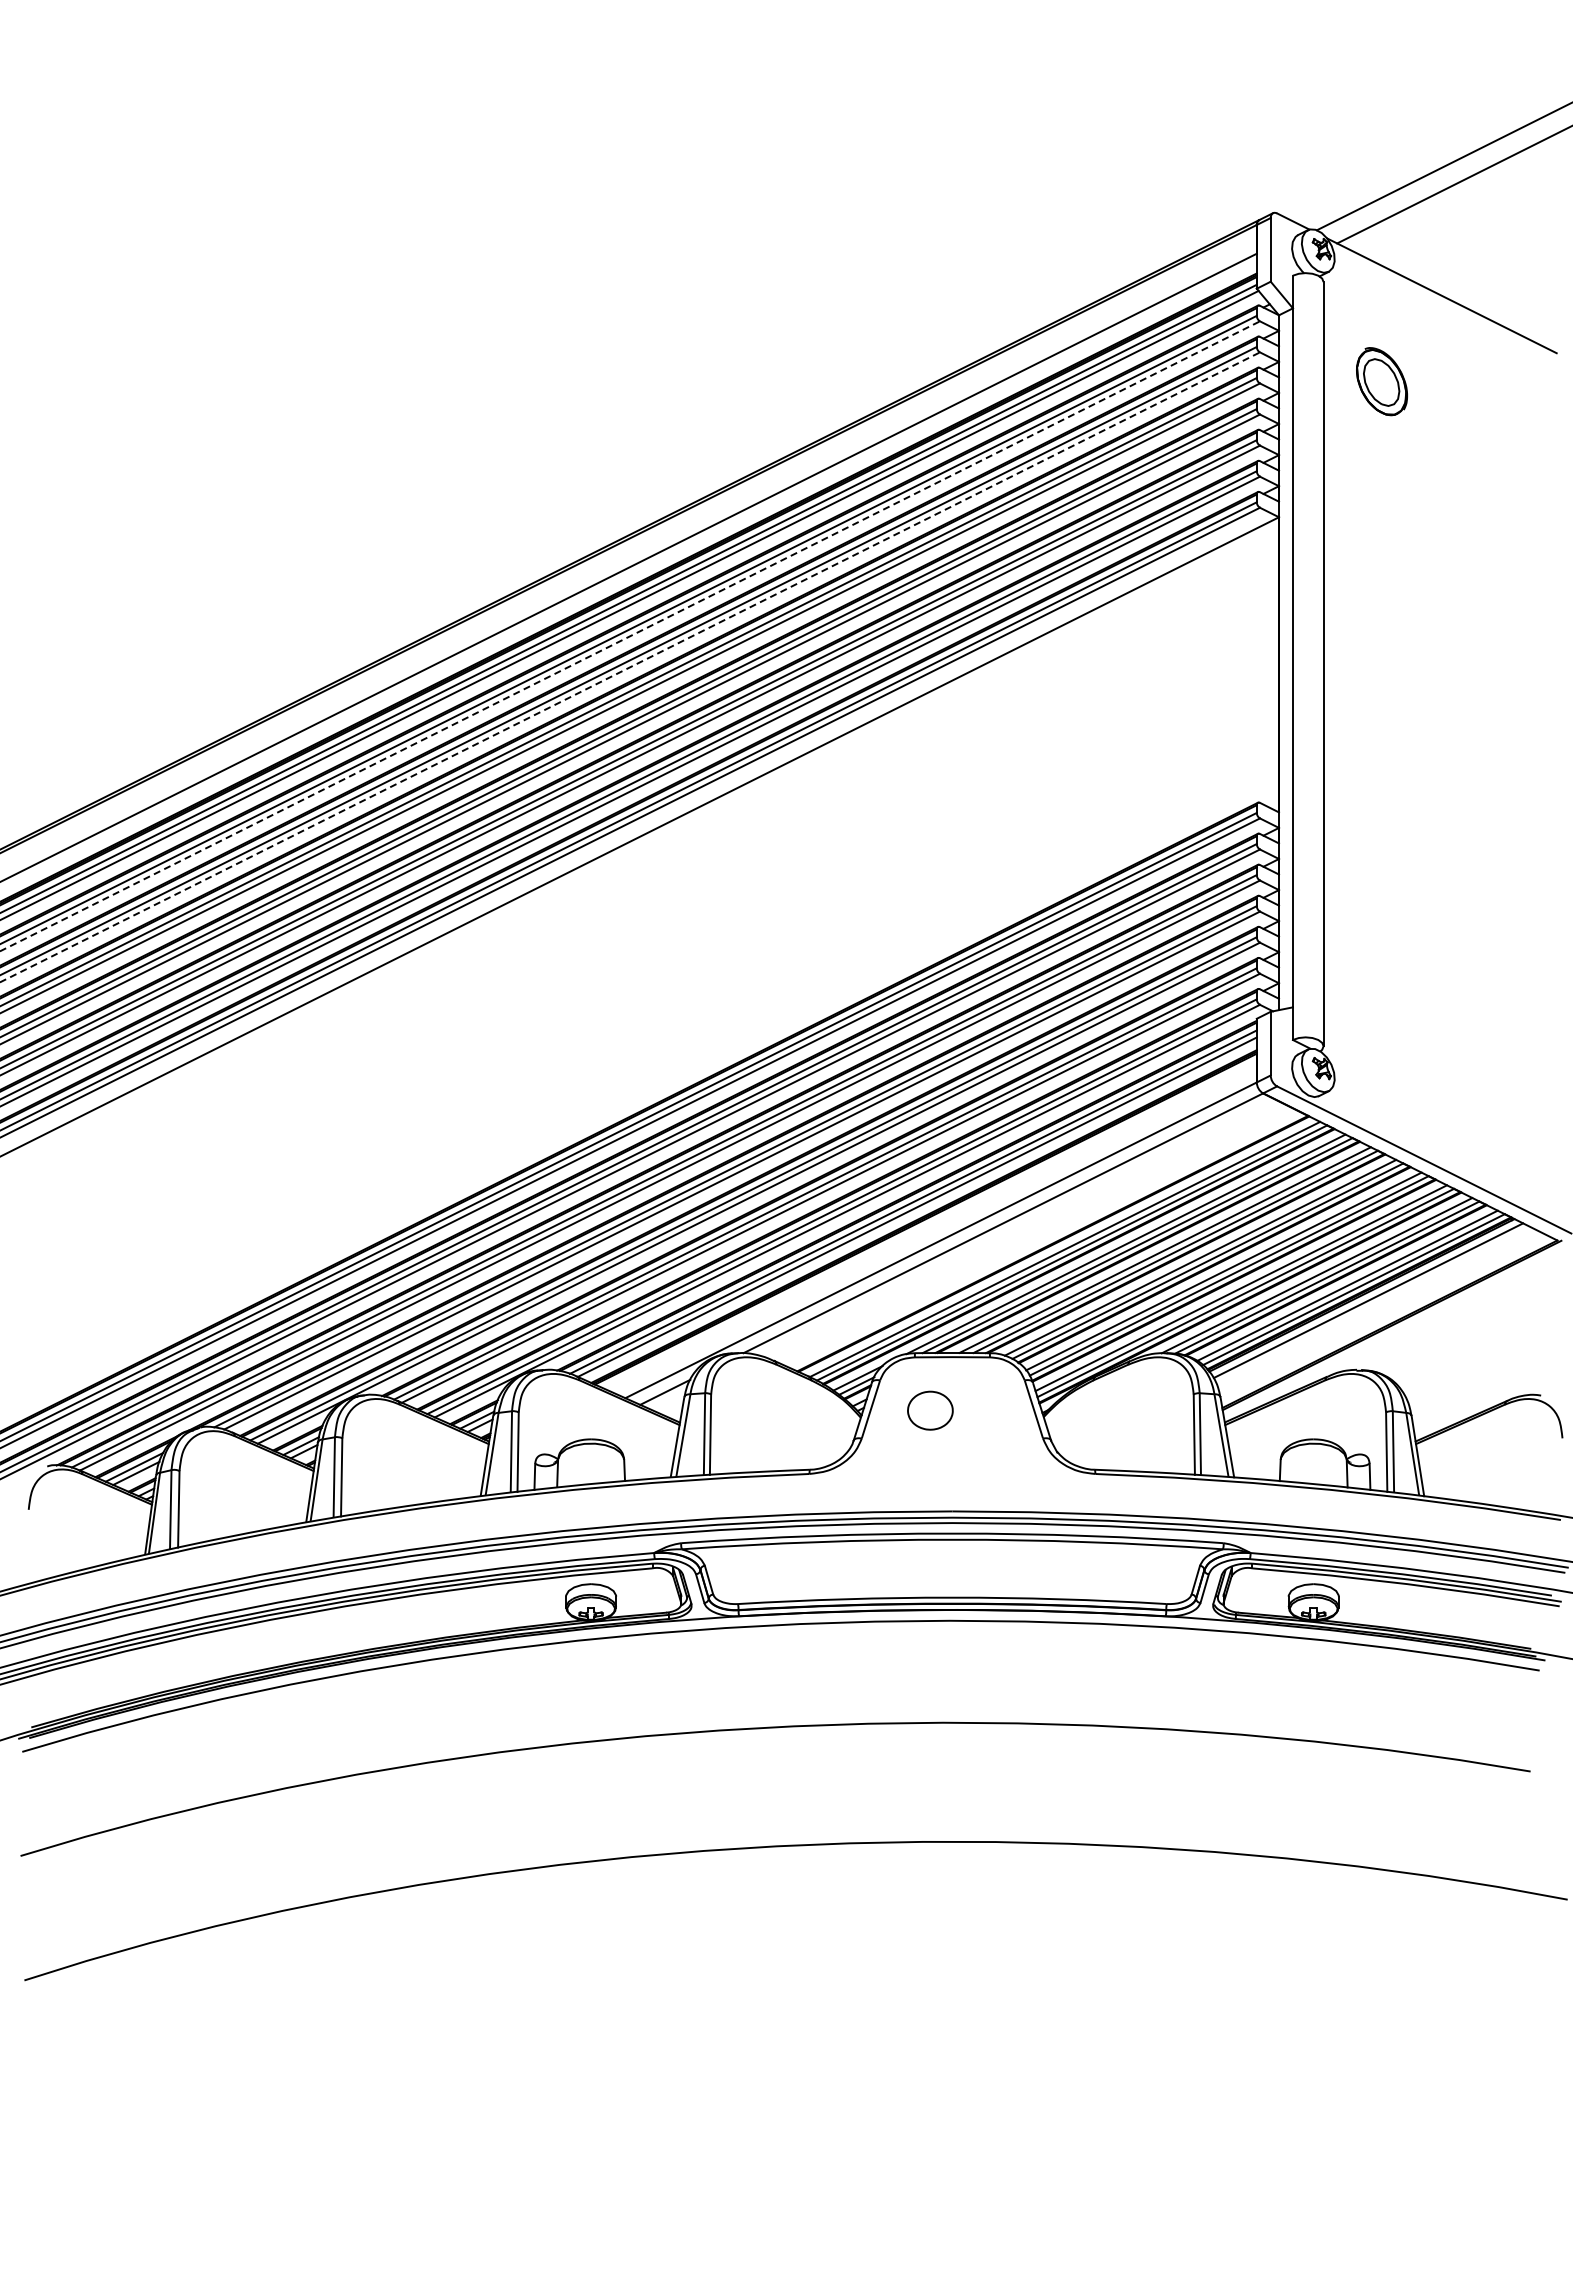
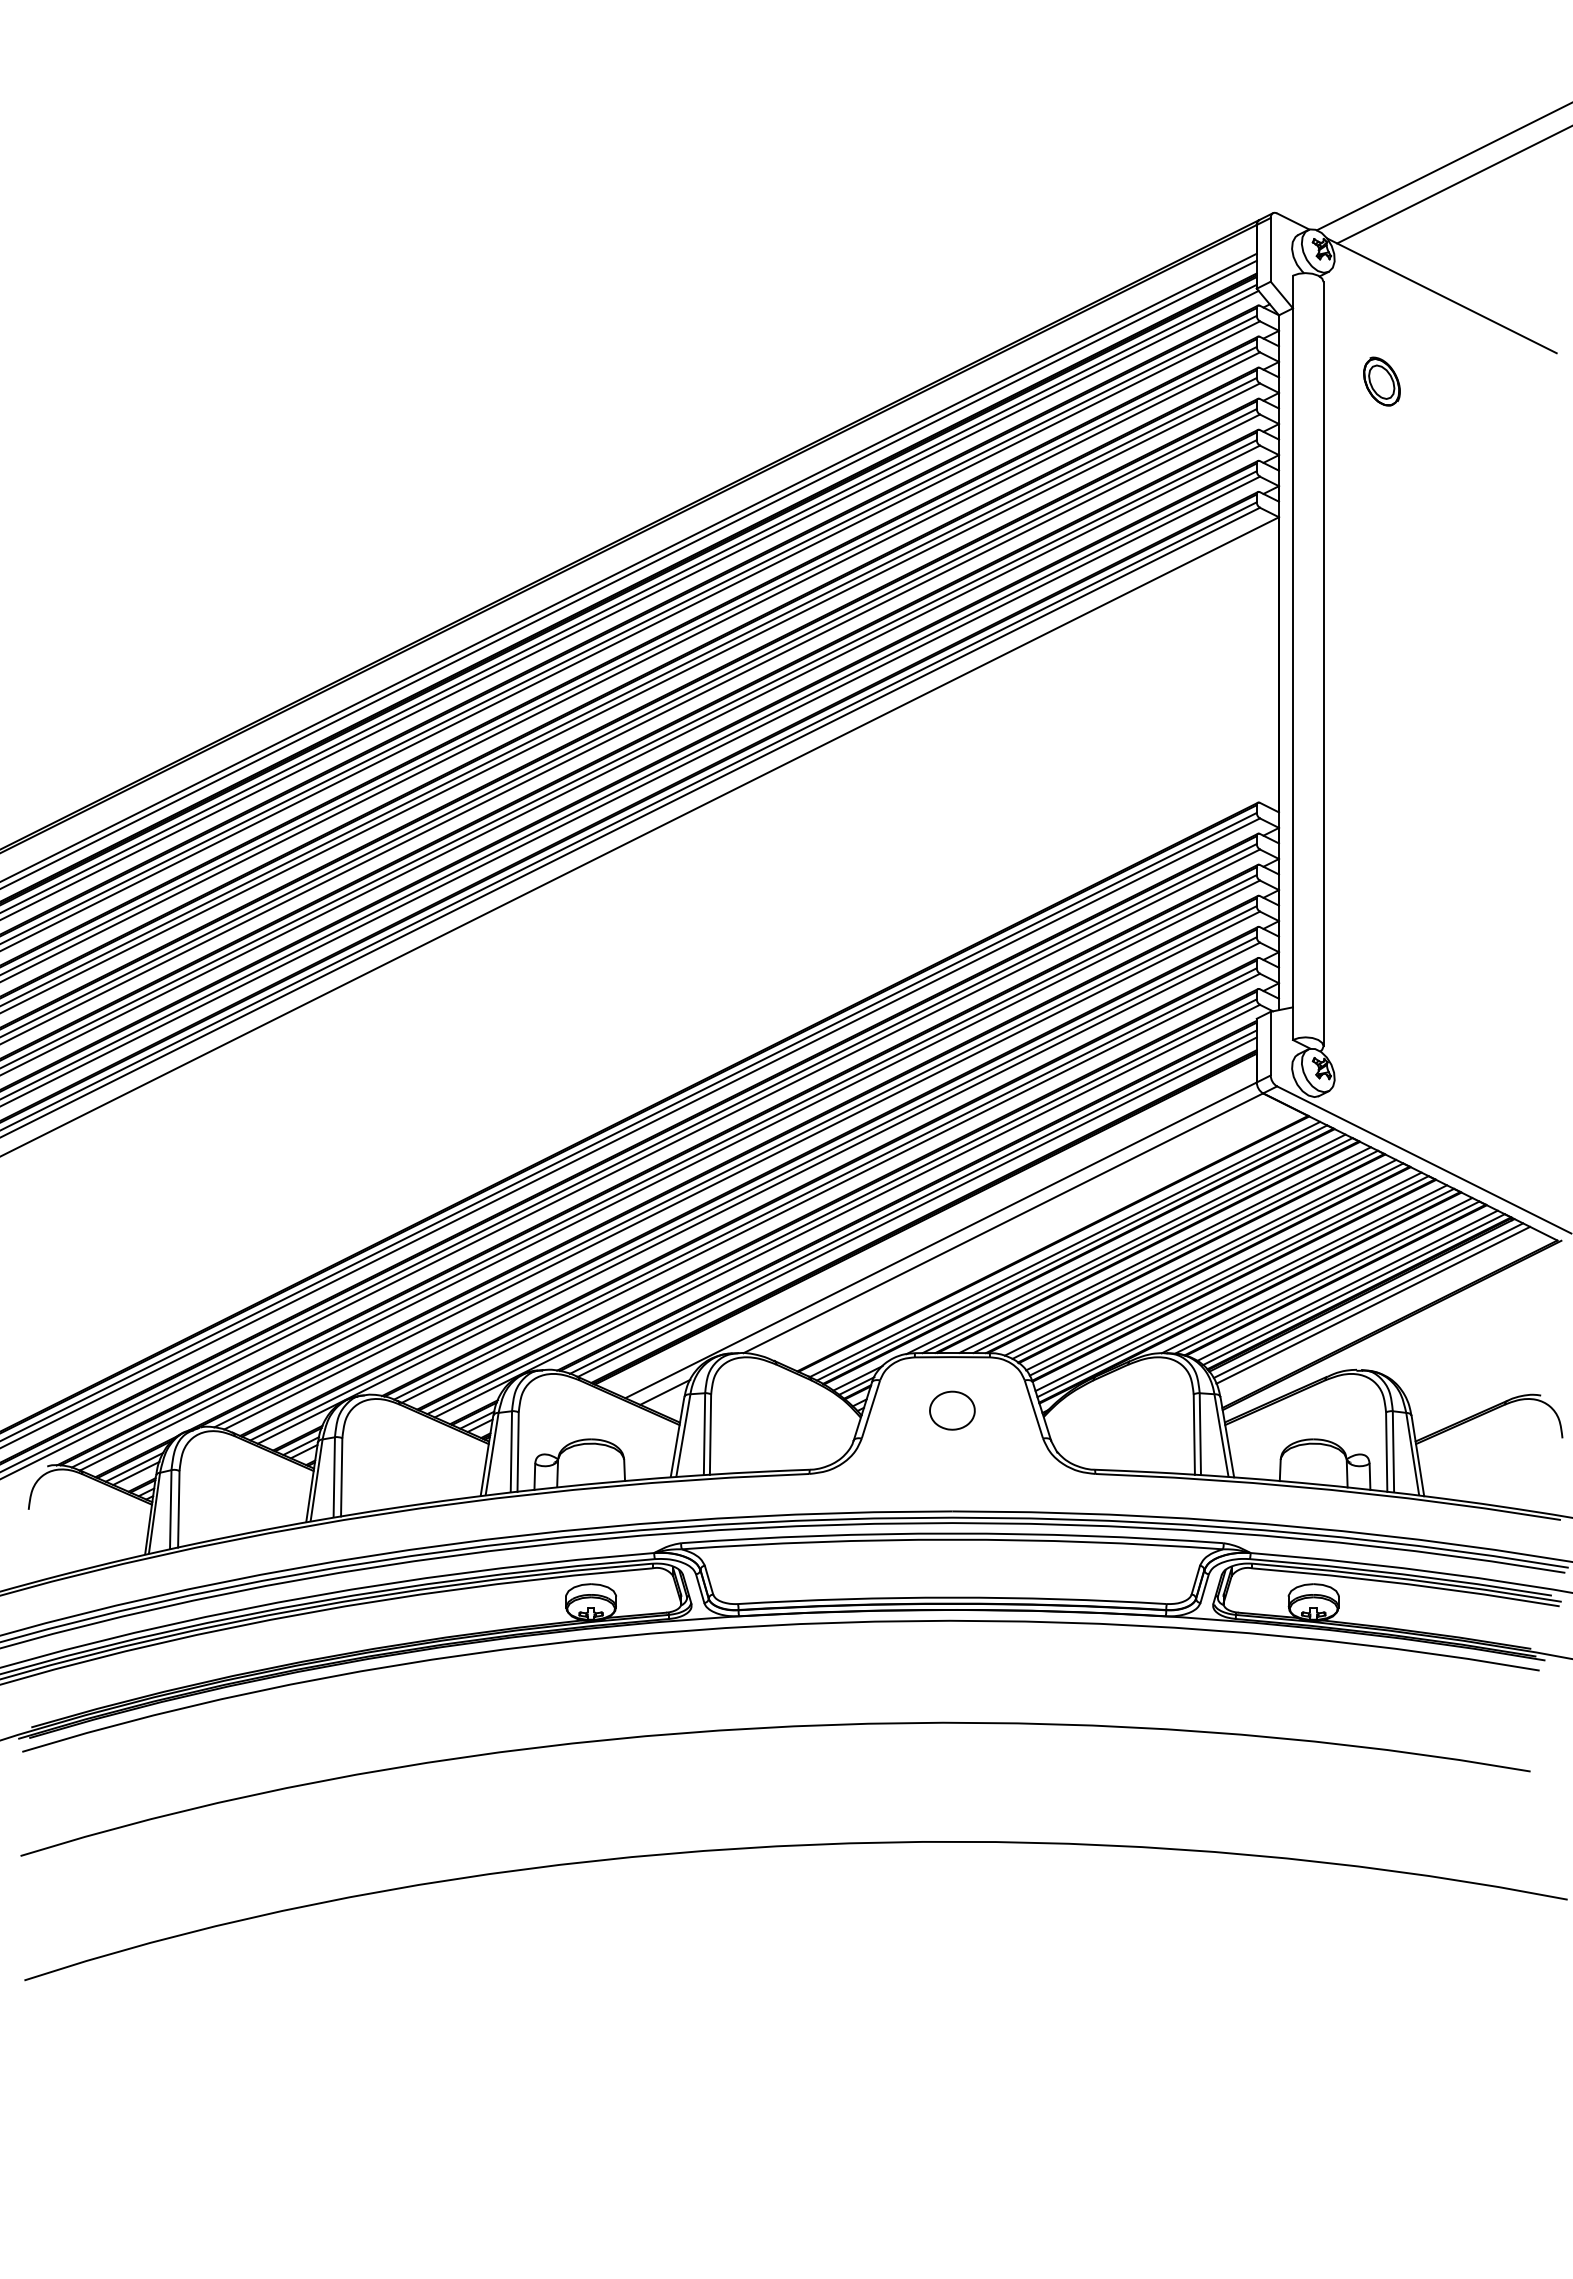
part at (1381, 381) size: 52x70 px -> 38x51 px
line at (629, 573): none -> present
line at (630, 636): dashed -> solid
line at (630, 667): dashed -> solid
line at (1373, 1304): none -> present
part at (930, 1410) position: (930, 1410) -> (952, 1410)
